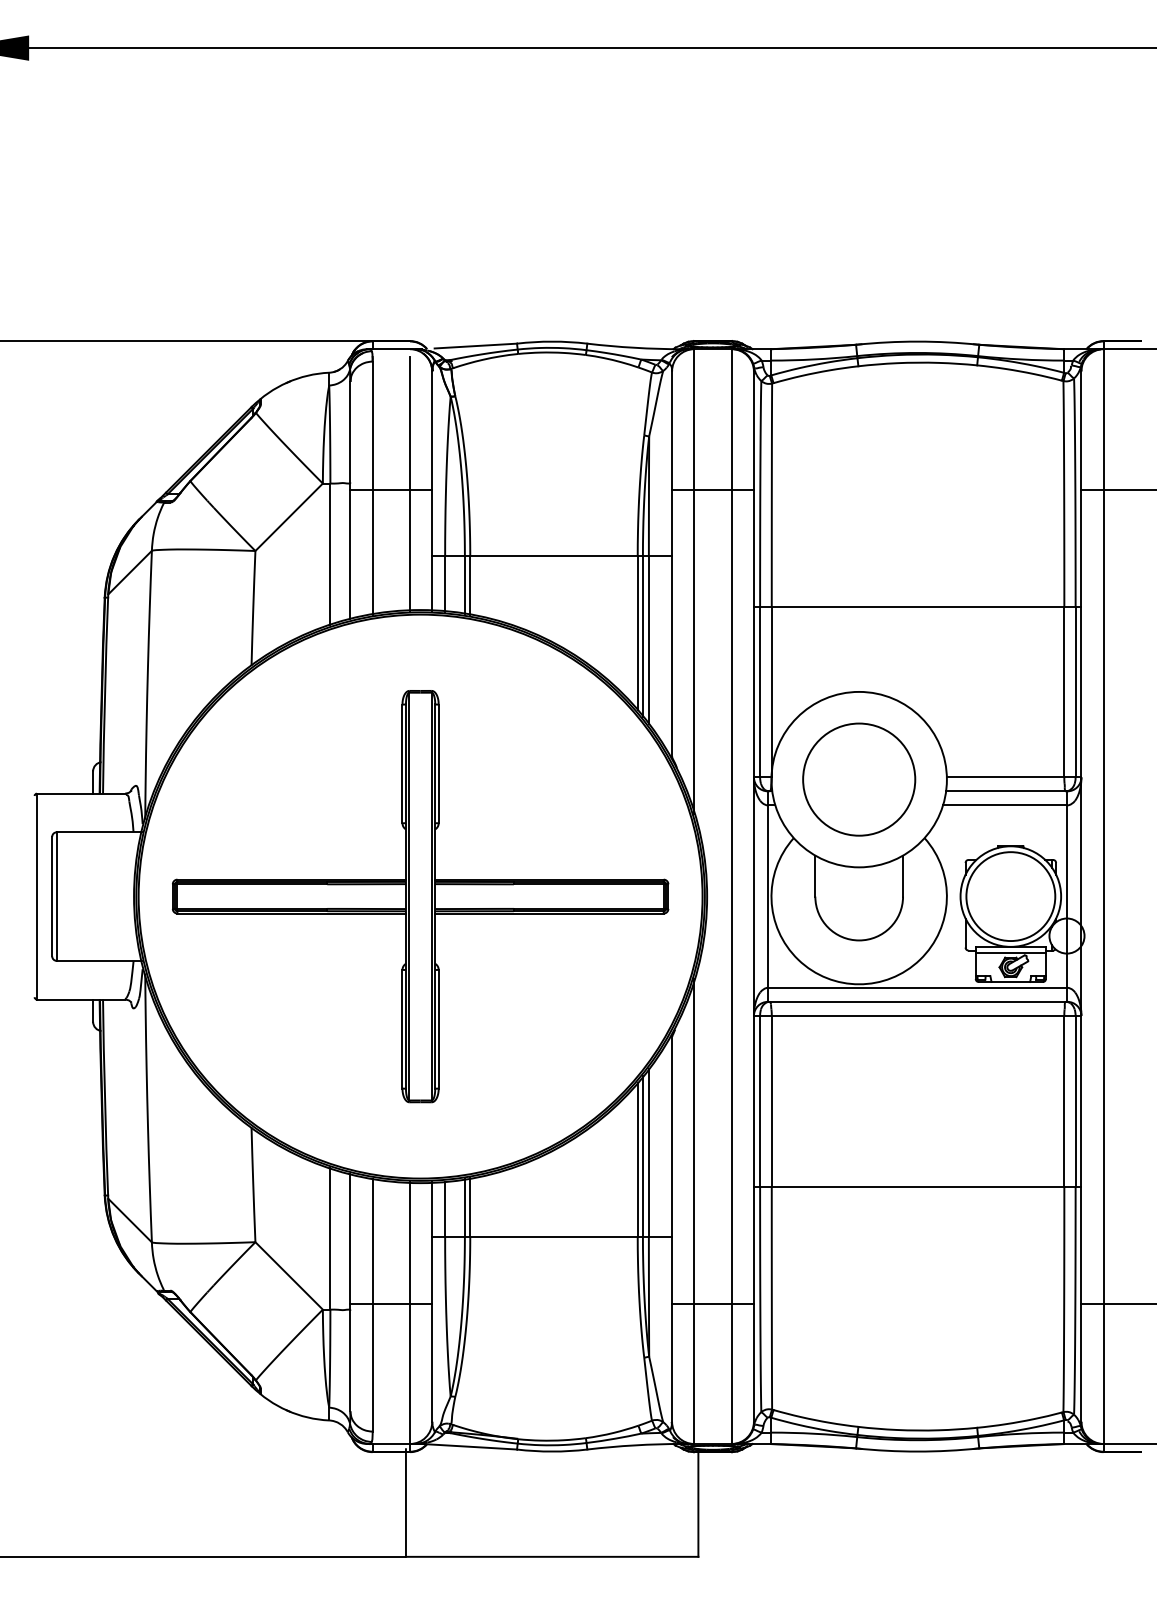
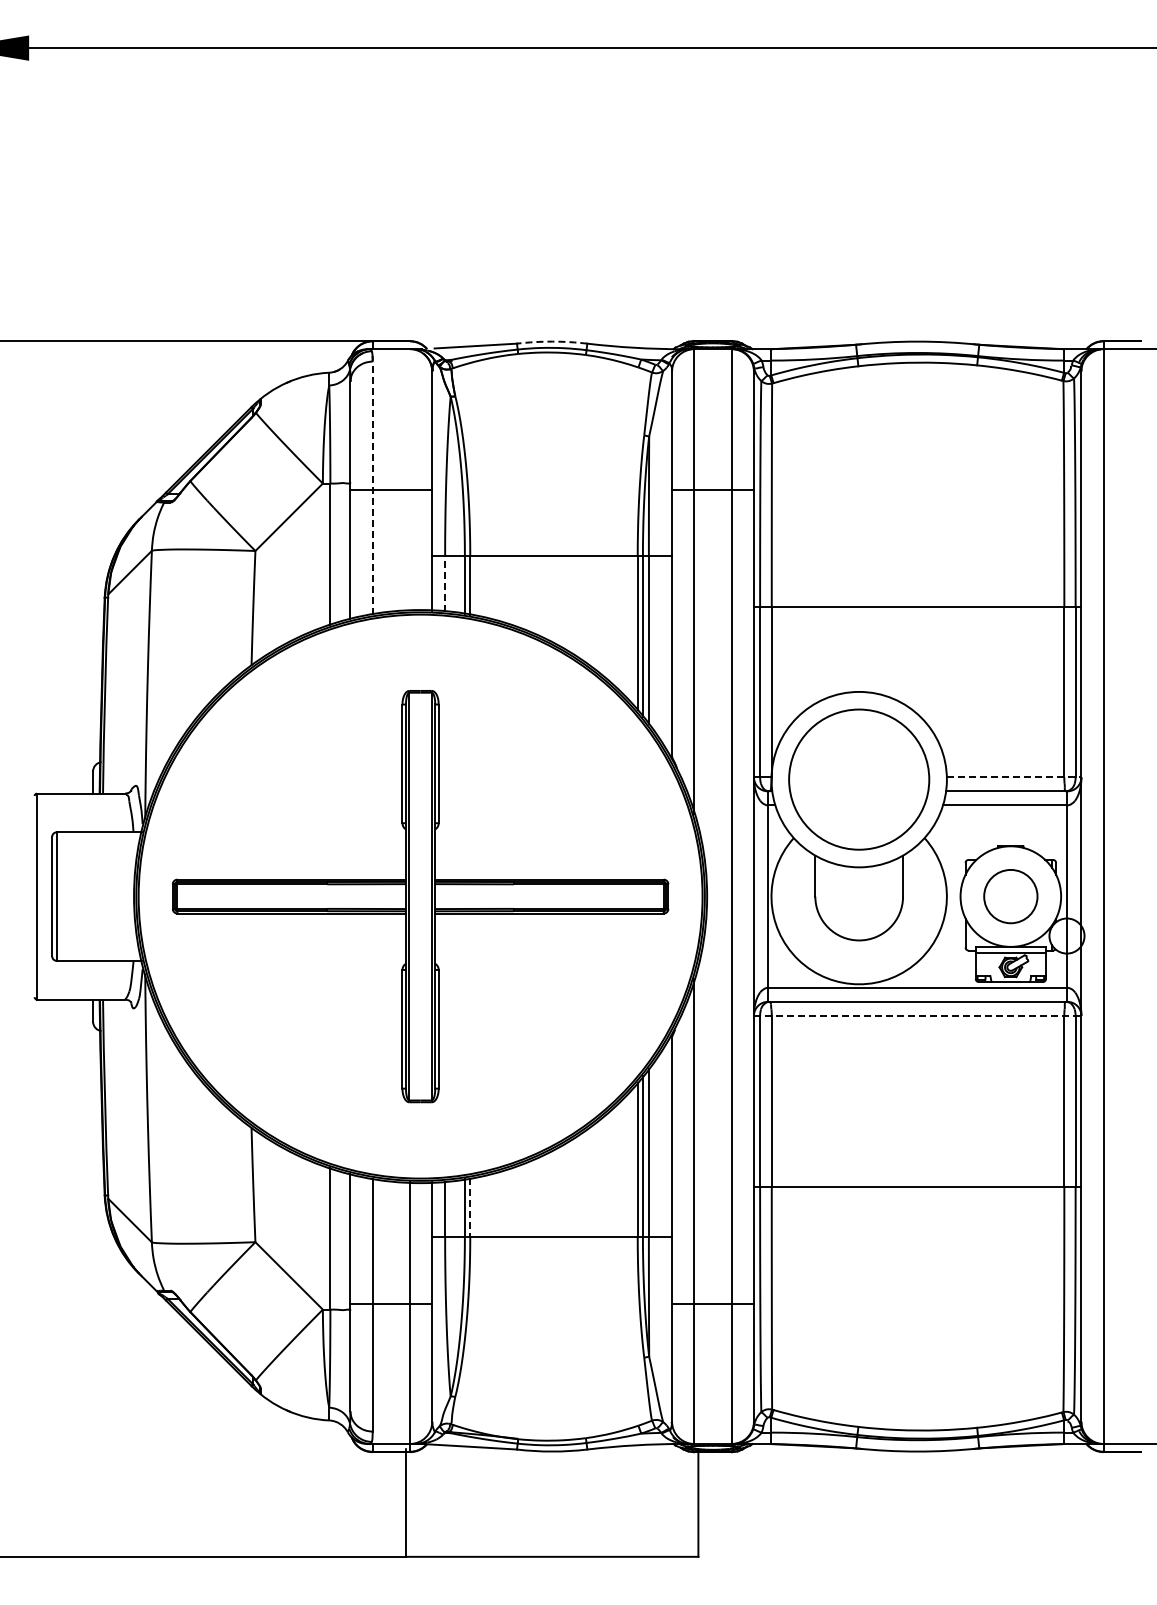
arc at (552, 341): solid -> dashed
line at (410, 483): present -> none
line at (372, 487): solid -> dashed
line at (1117, 489): present -> none
line at (445, 583): solid -> dashed
line at (1014, 777): solid -> dashed
circle at (859, 779) diameter: 112 px -> 140 px
circle at (1010, 896) diameter: 89 px -> 53 px
line at (917, 1015): solid -> dashed
line at (470, 1208): solid -> dashed
line at (1117, 1303): present -> none
